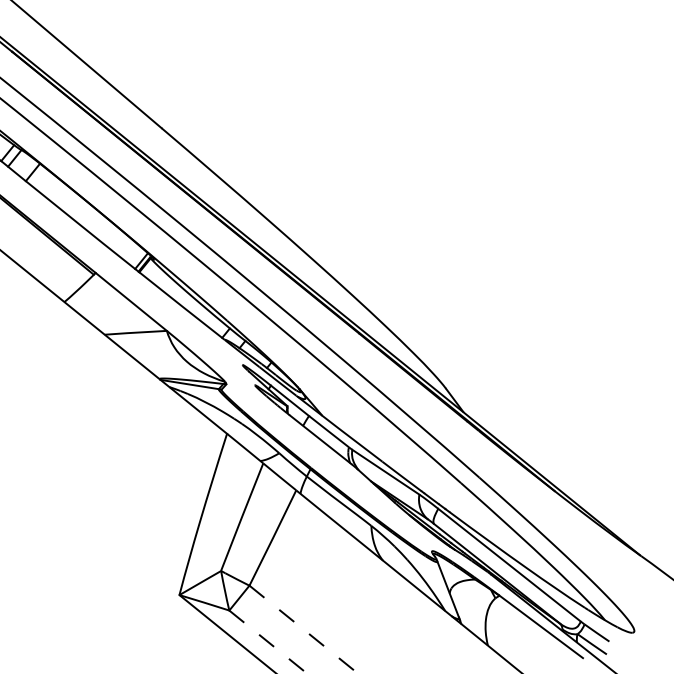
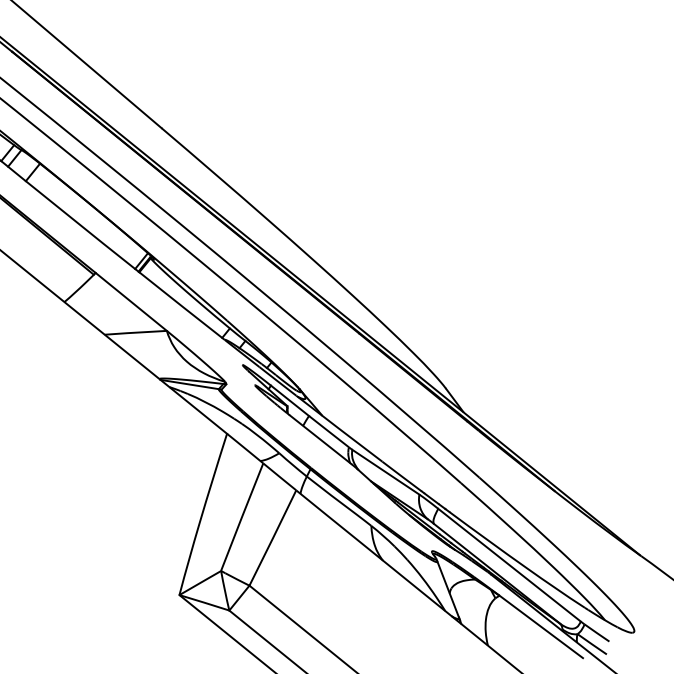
line at (303, 629): dashed -> solid
line at (268, 641): dashed -> solid
